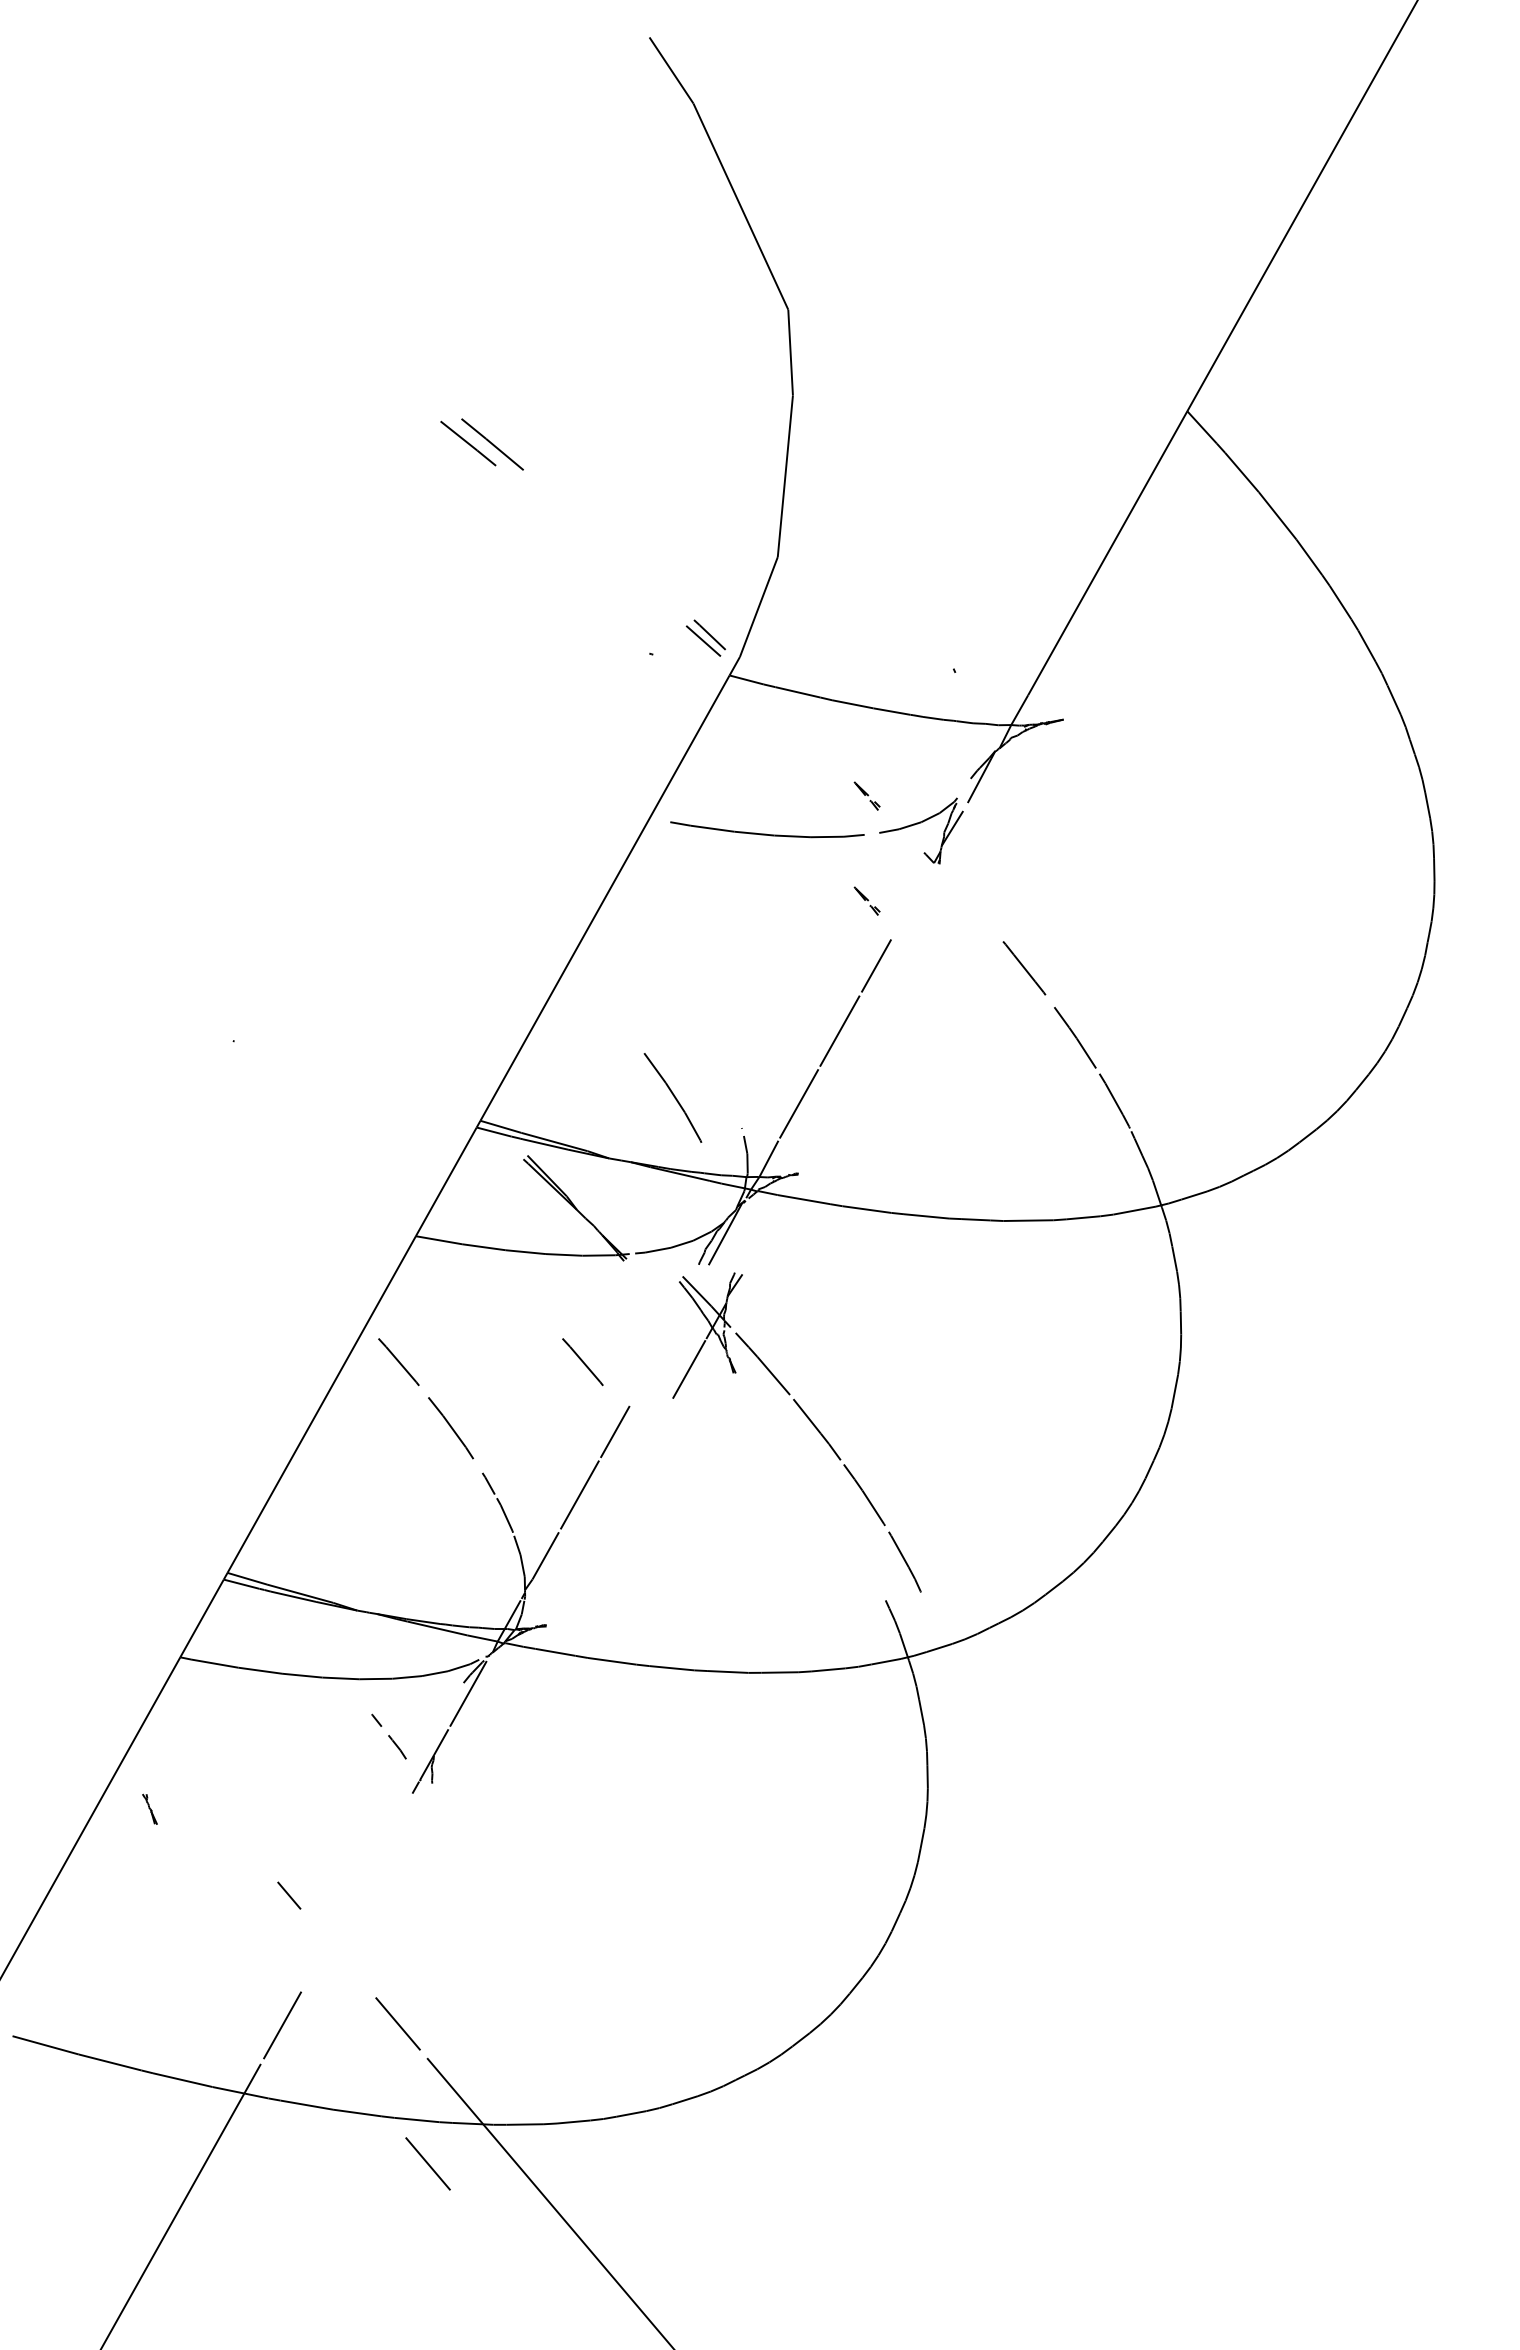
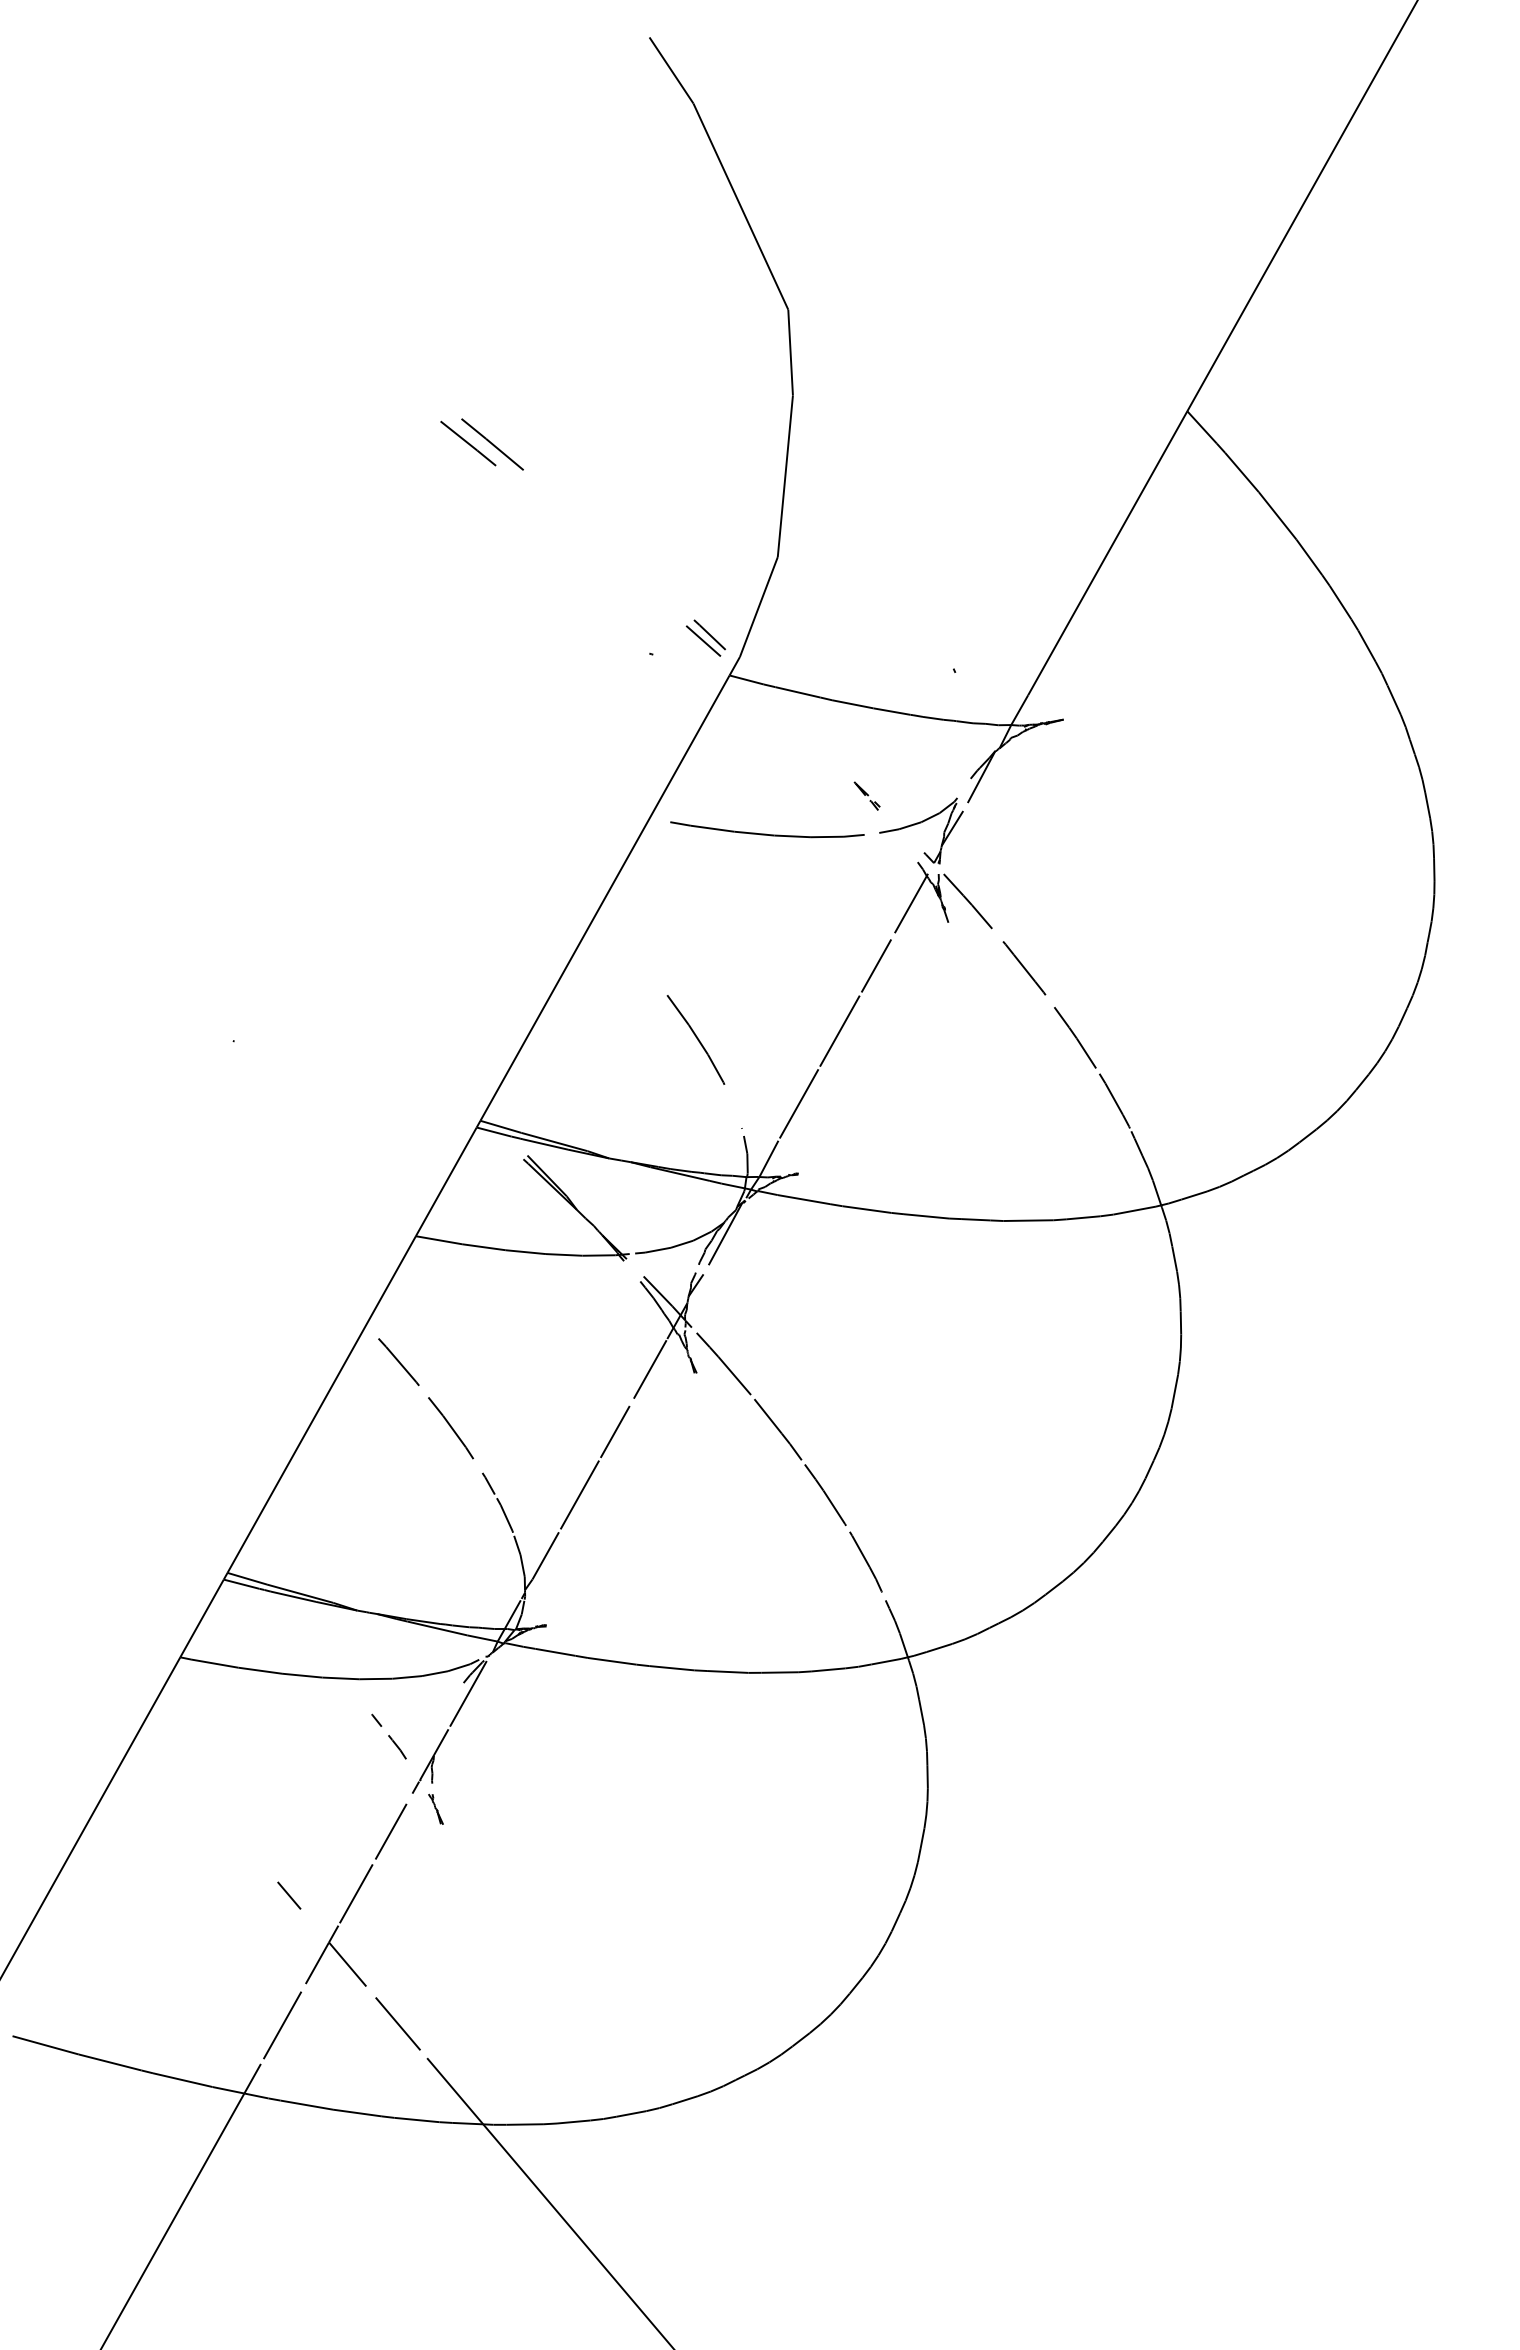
part at (943, 897): none -> present
part at (866, 900): present -> none
part at (672, 1097) position: (672, 1097) -> (695, 1039)
line at (582, 1362): present -> none
part at (810, 1422) position: (810, 1422) -> (771, 1422)
part at (149, 1808) position: (149, 1808) -> (435, 1808)
part at (356, 1894): none -> present
line at (427, 2163): present -> none
